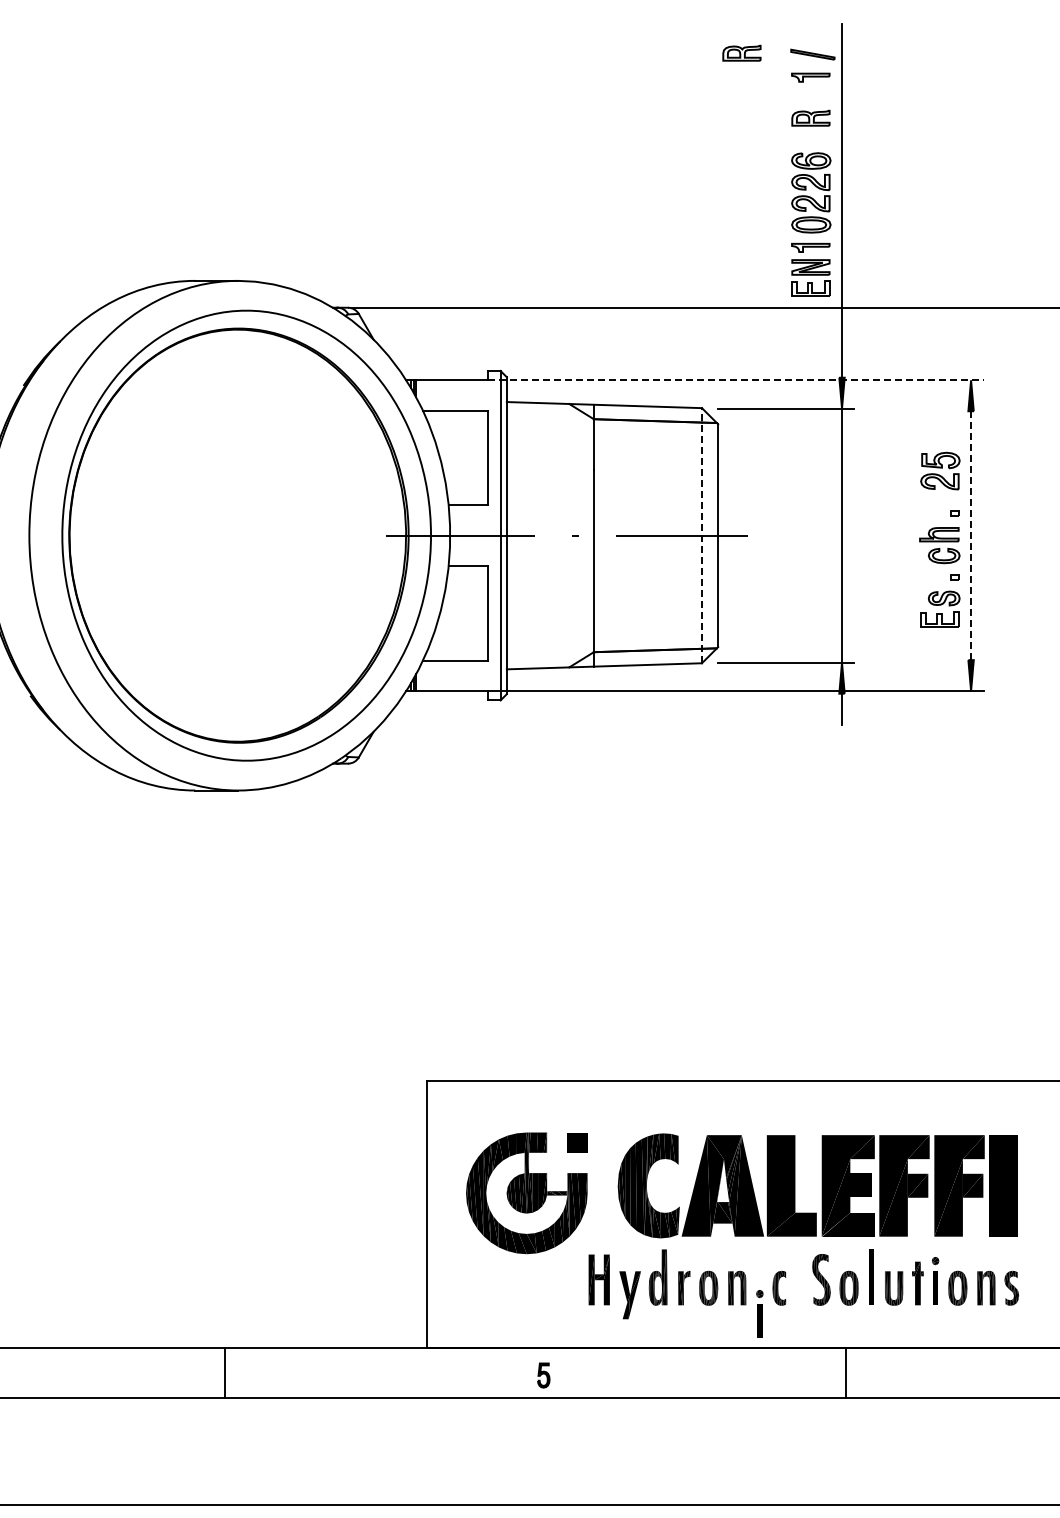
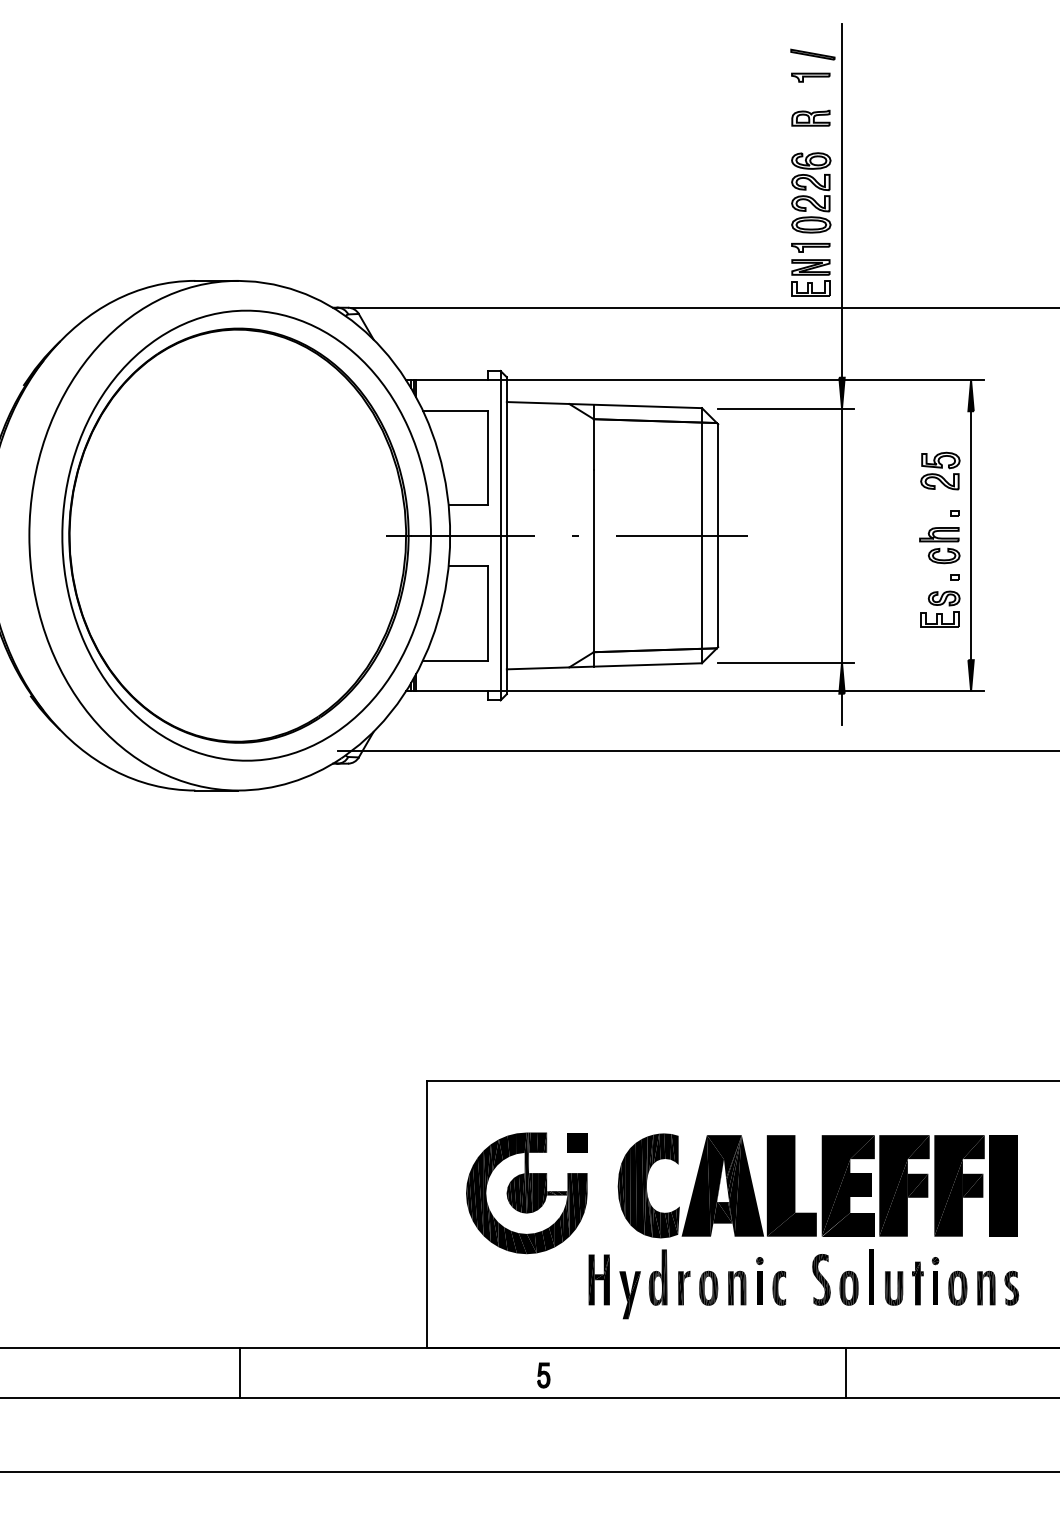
part at (741, 52): present -> none
line at (735, 380): dashed -> solid
line at (701, 535): dashed -> solid
line at (971, 535): dashed -> solid
line at (696, 751): none -> present
part at (759, 1313) position: (759, 1313) -> (759, 1280)
line at (225, 1372) position: (225, 1372) -> (240, 1372)
line at (529, 1505) position: (529, 1505) -> (529, 1472)
